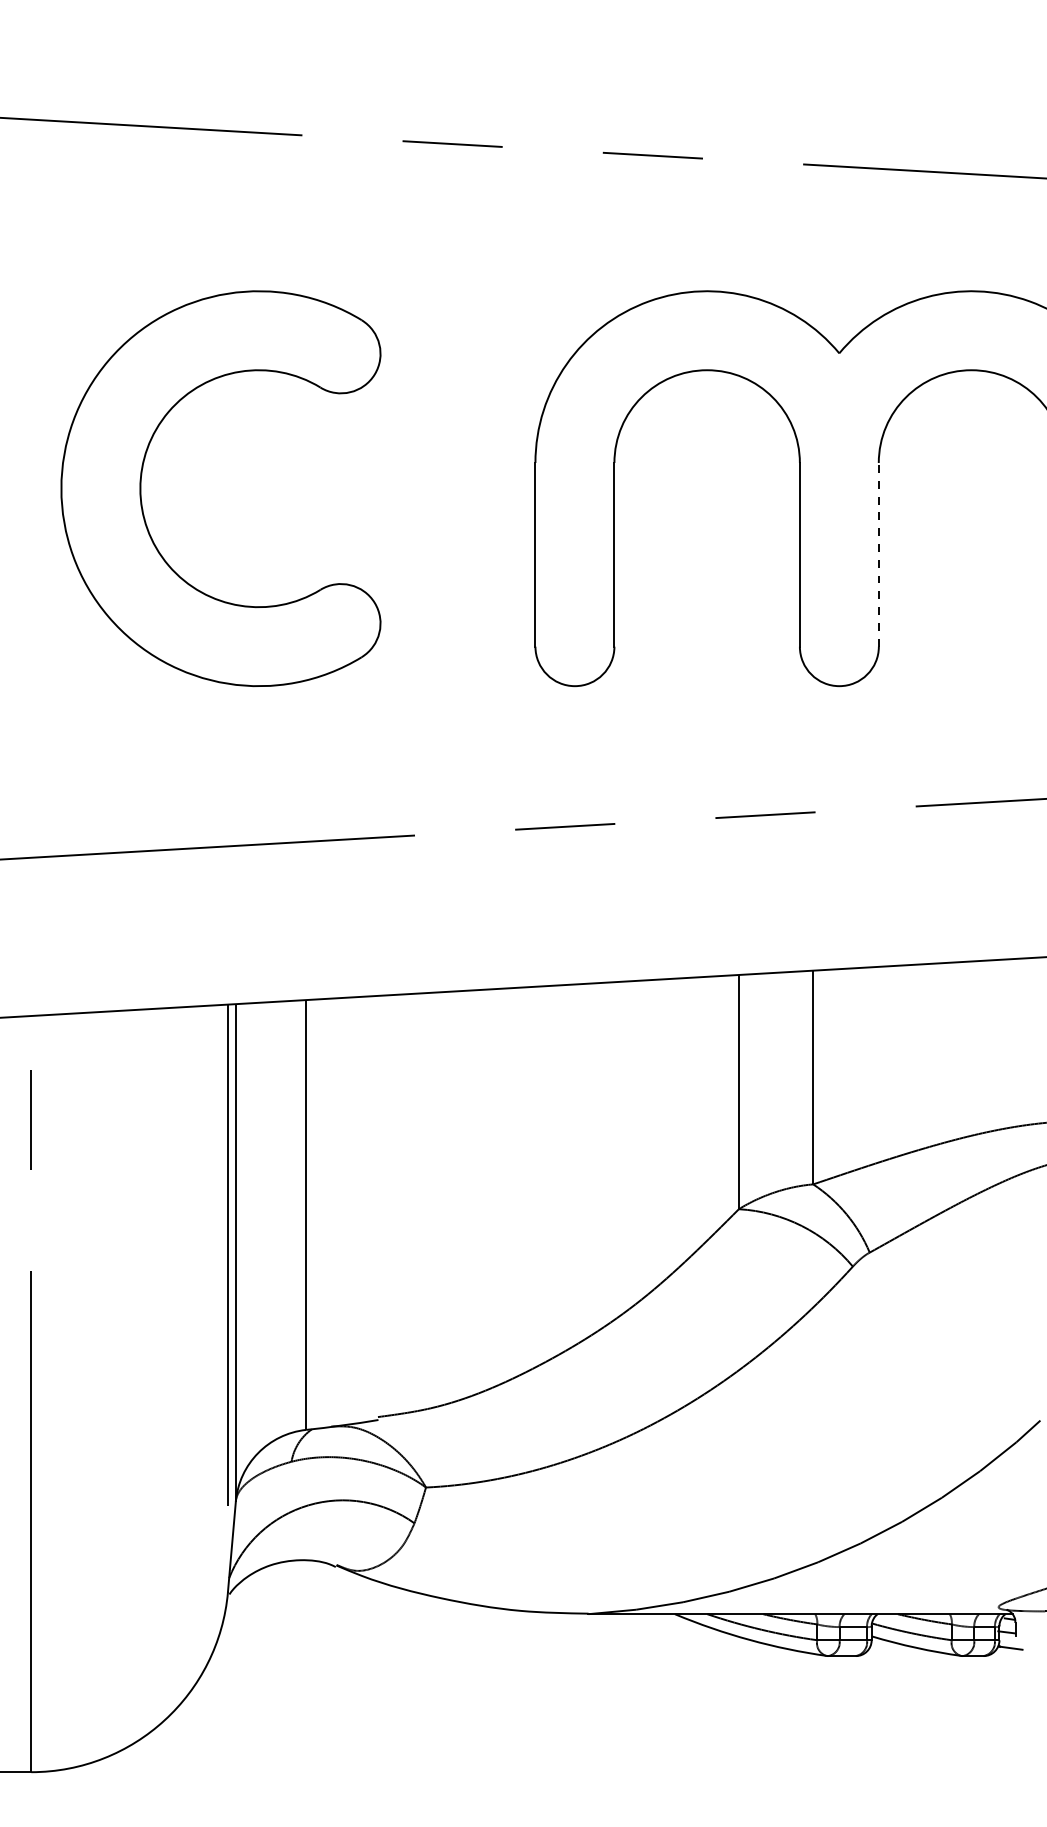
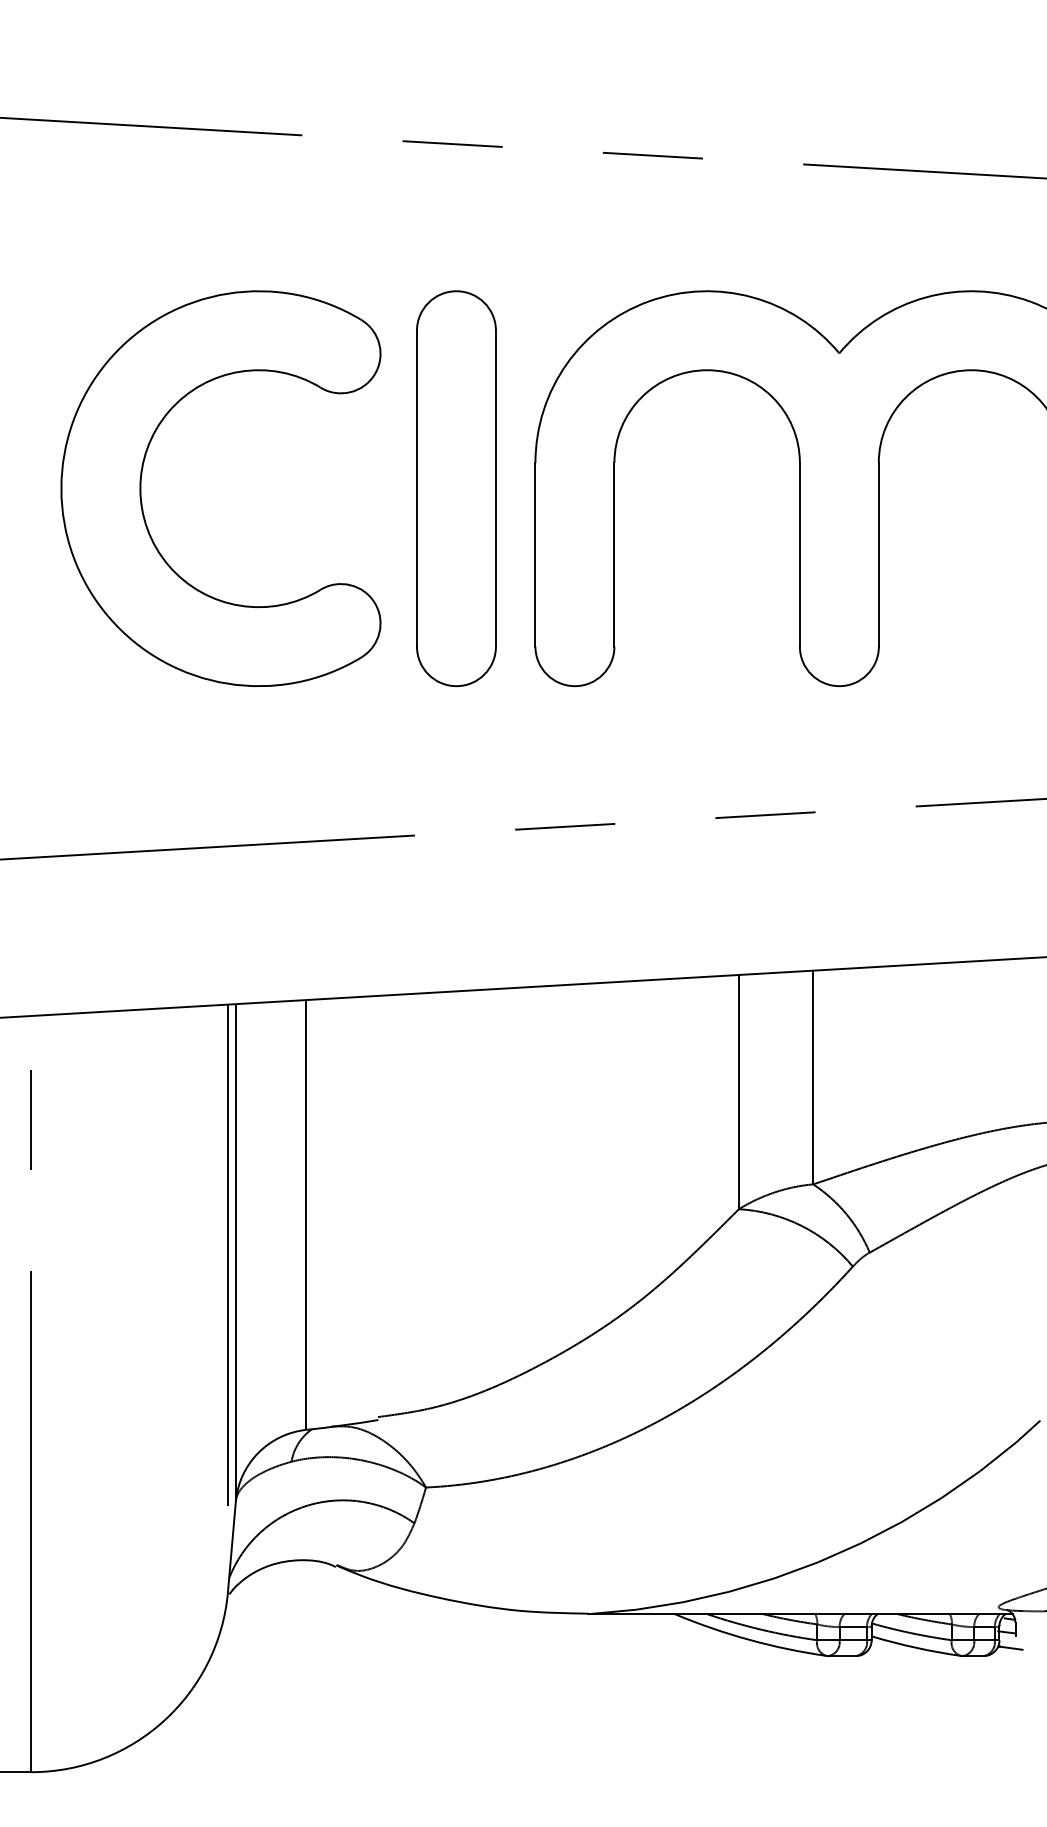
part at (456, 488): none -> present
line at (878, 554): dashed -> solid
